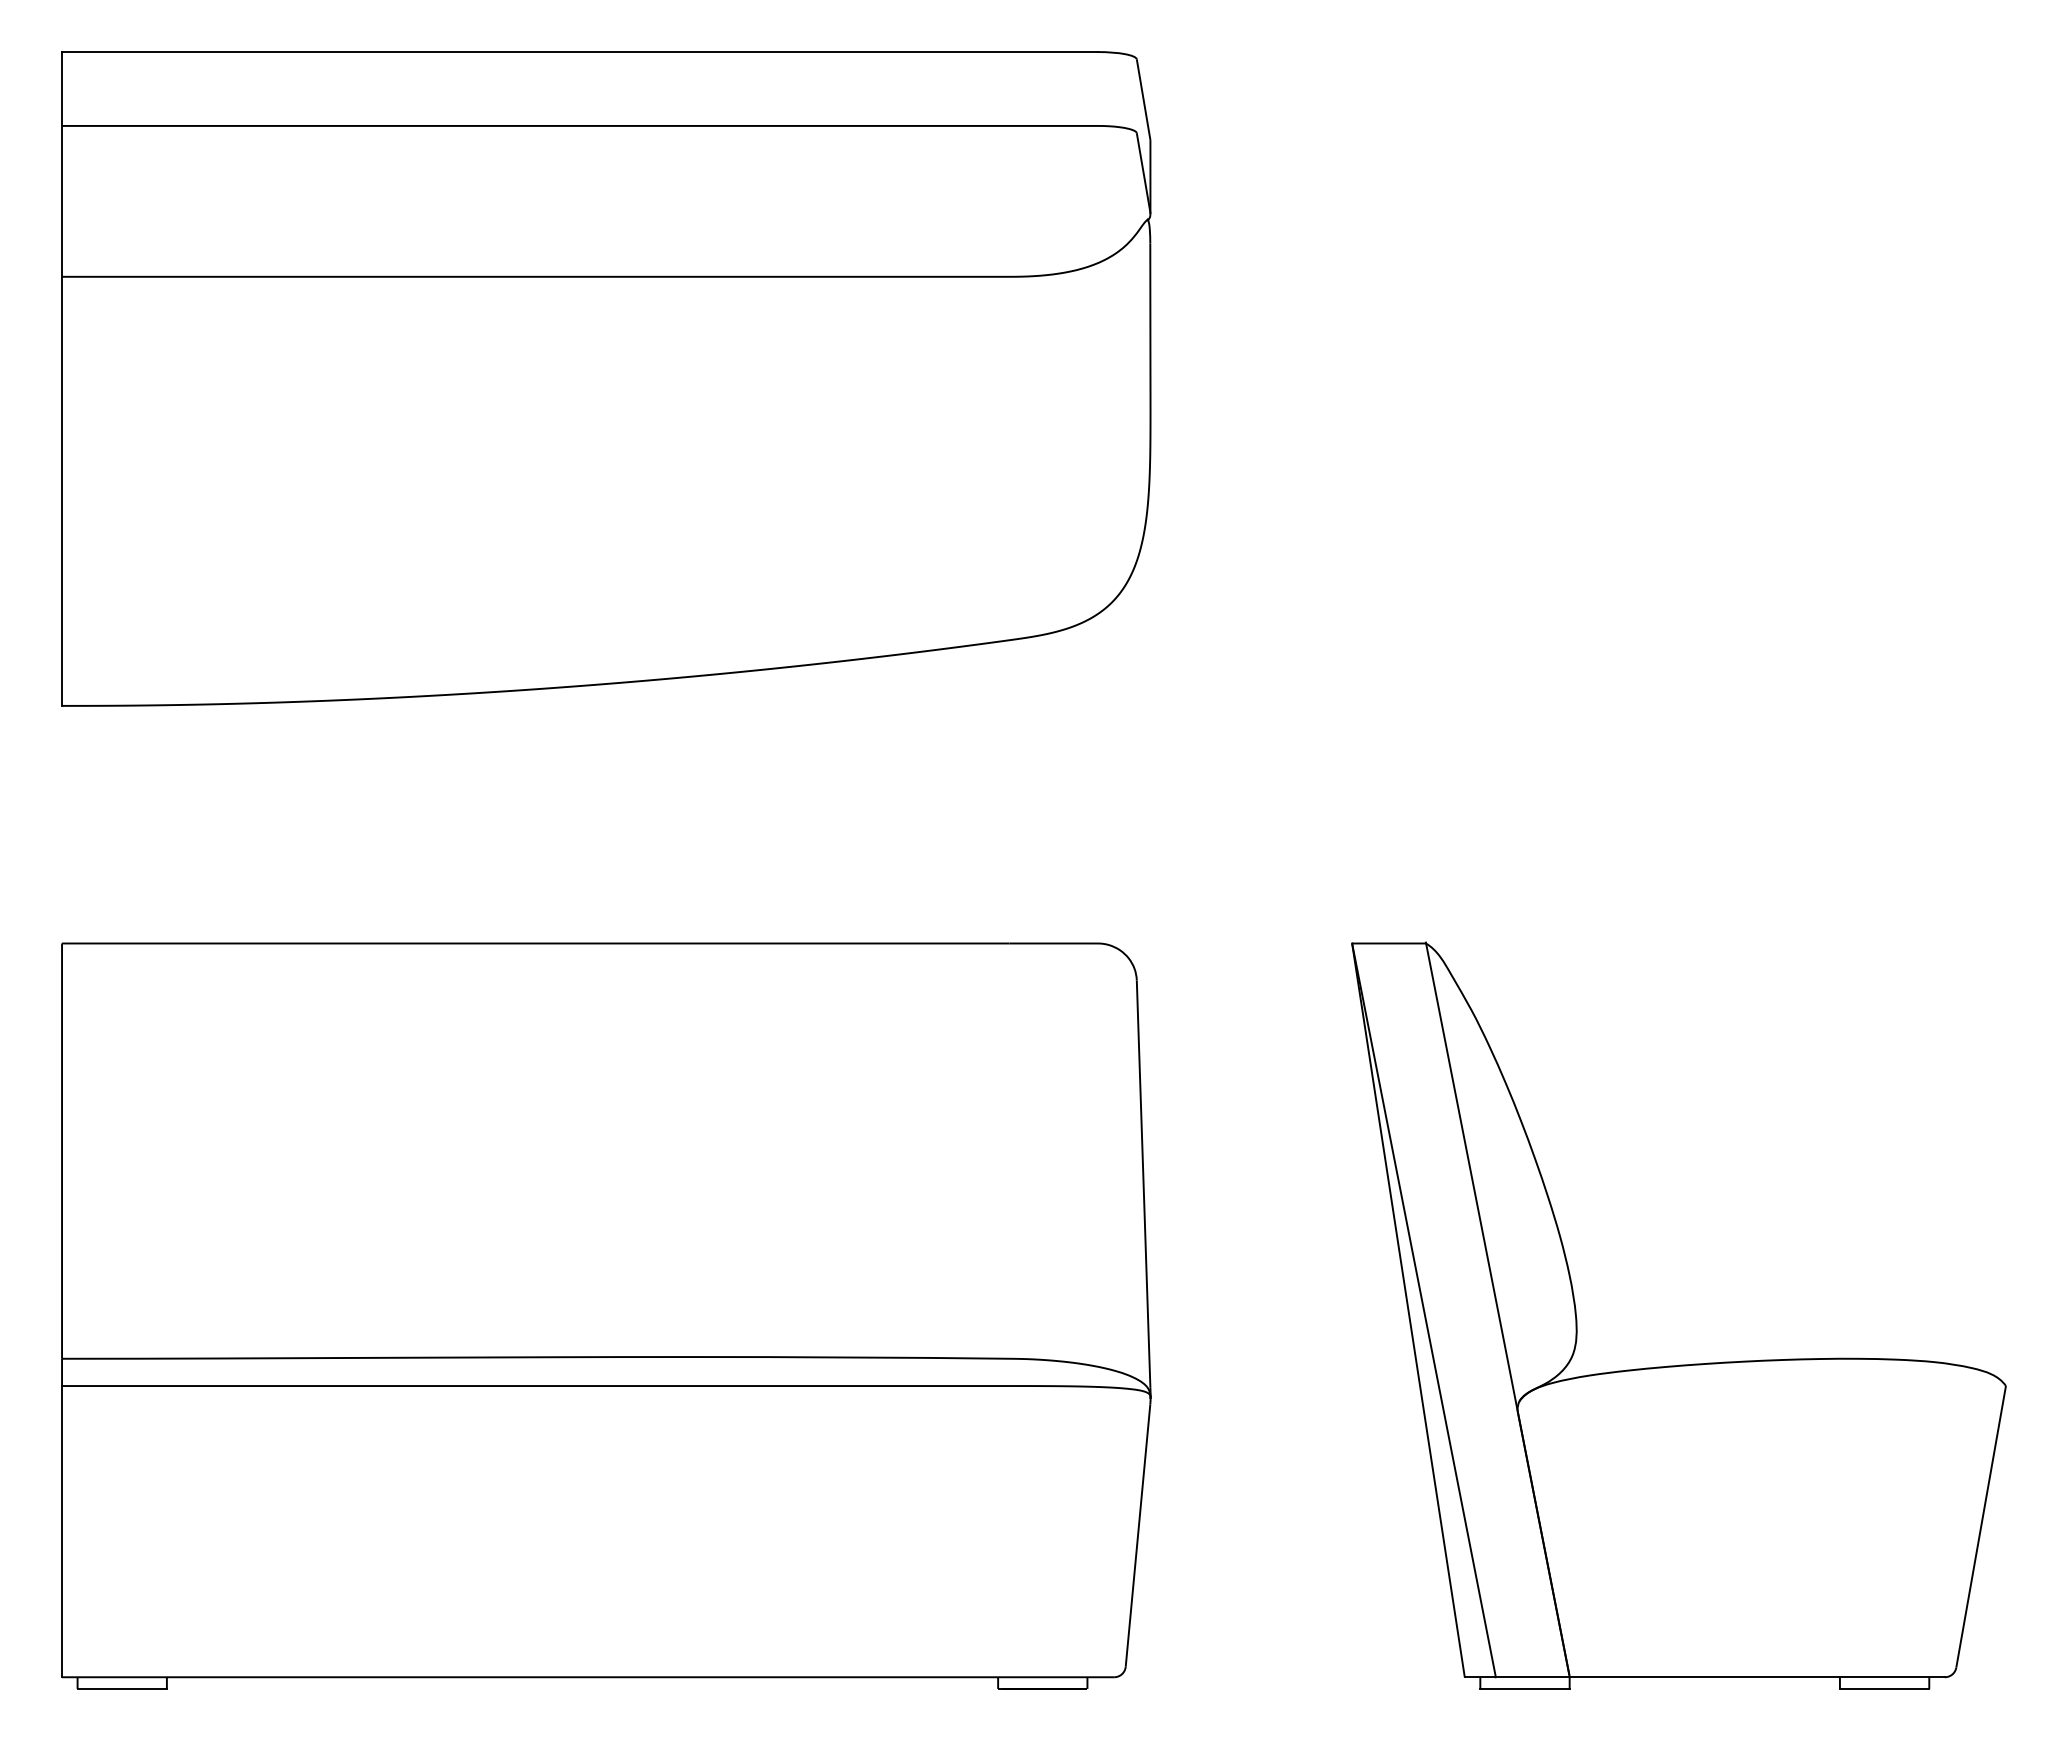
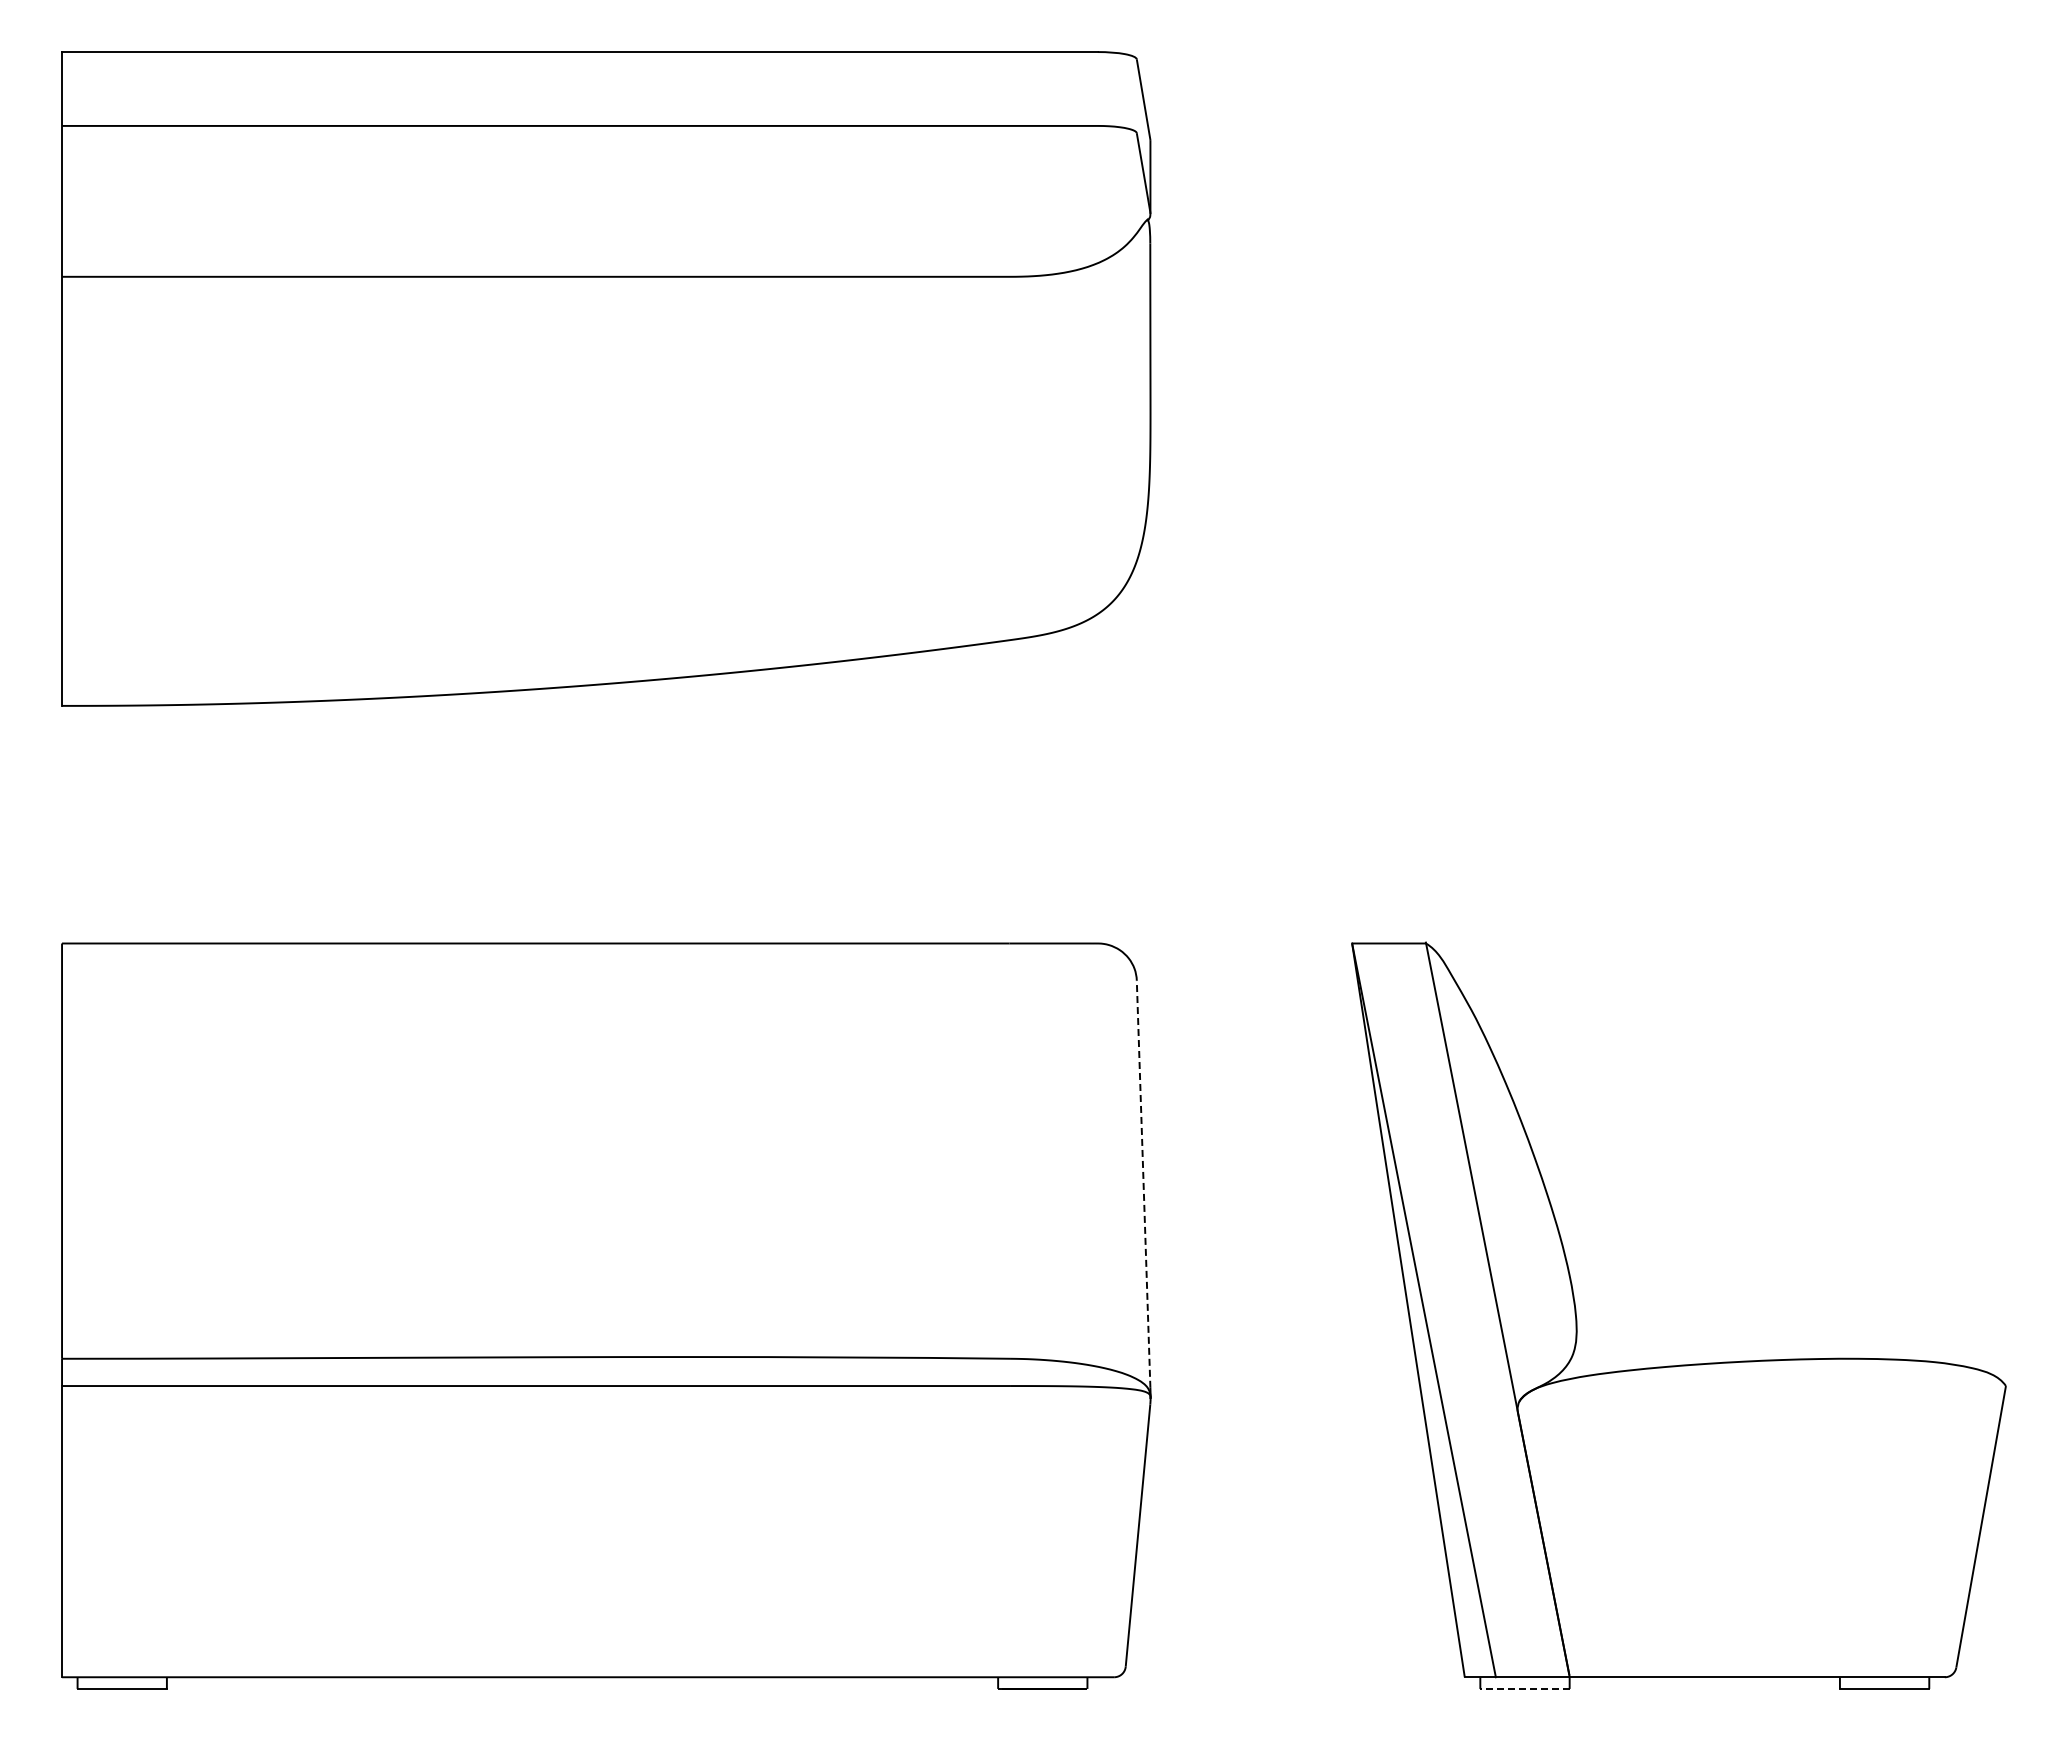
line at (1143, 1184): solid -> dashed
line at (1524, 1688): solid -> dashed
